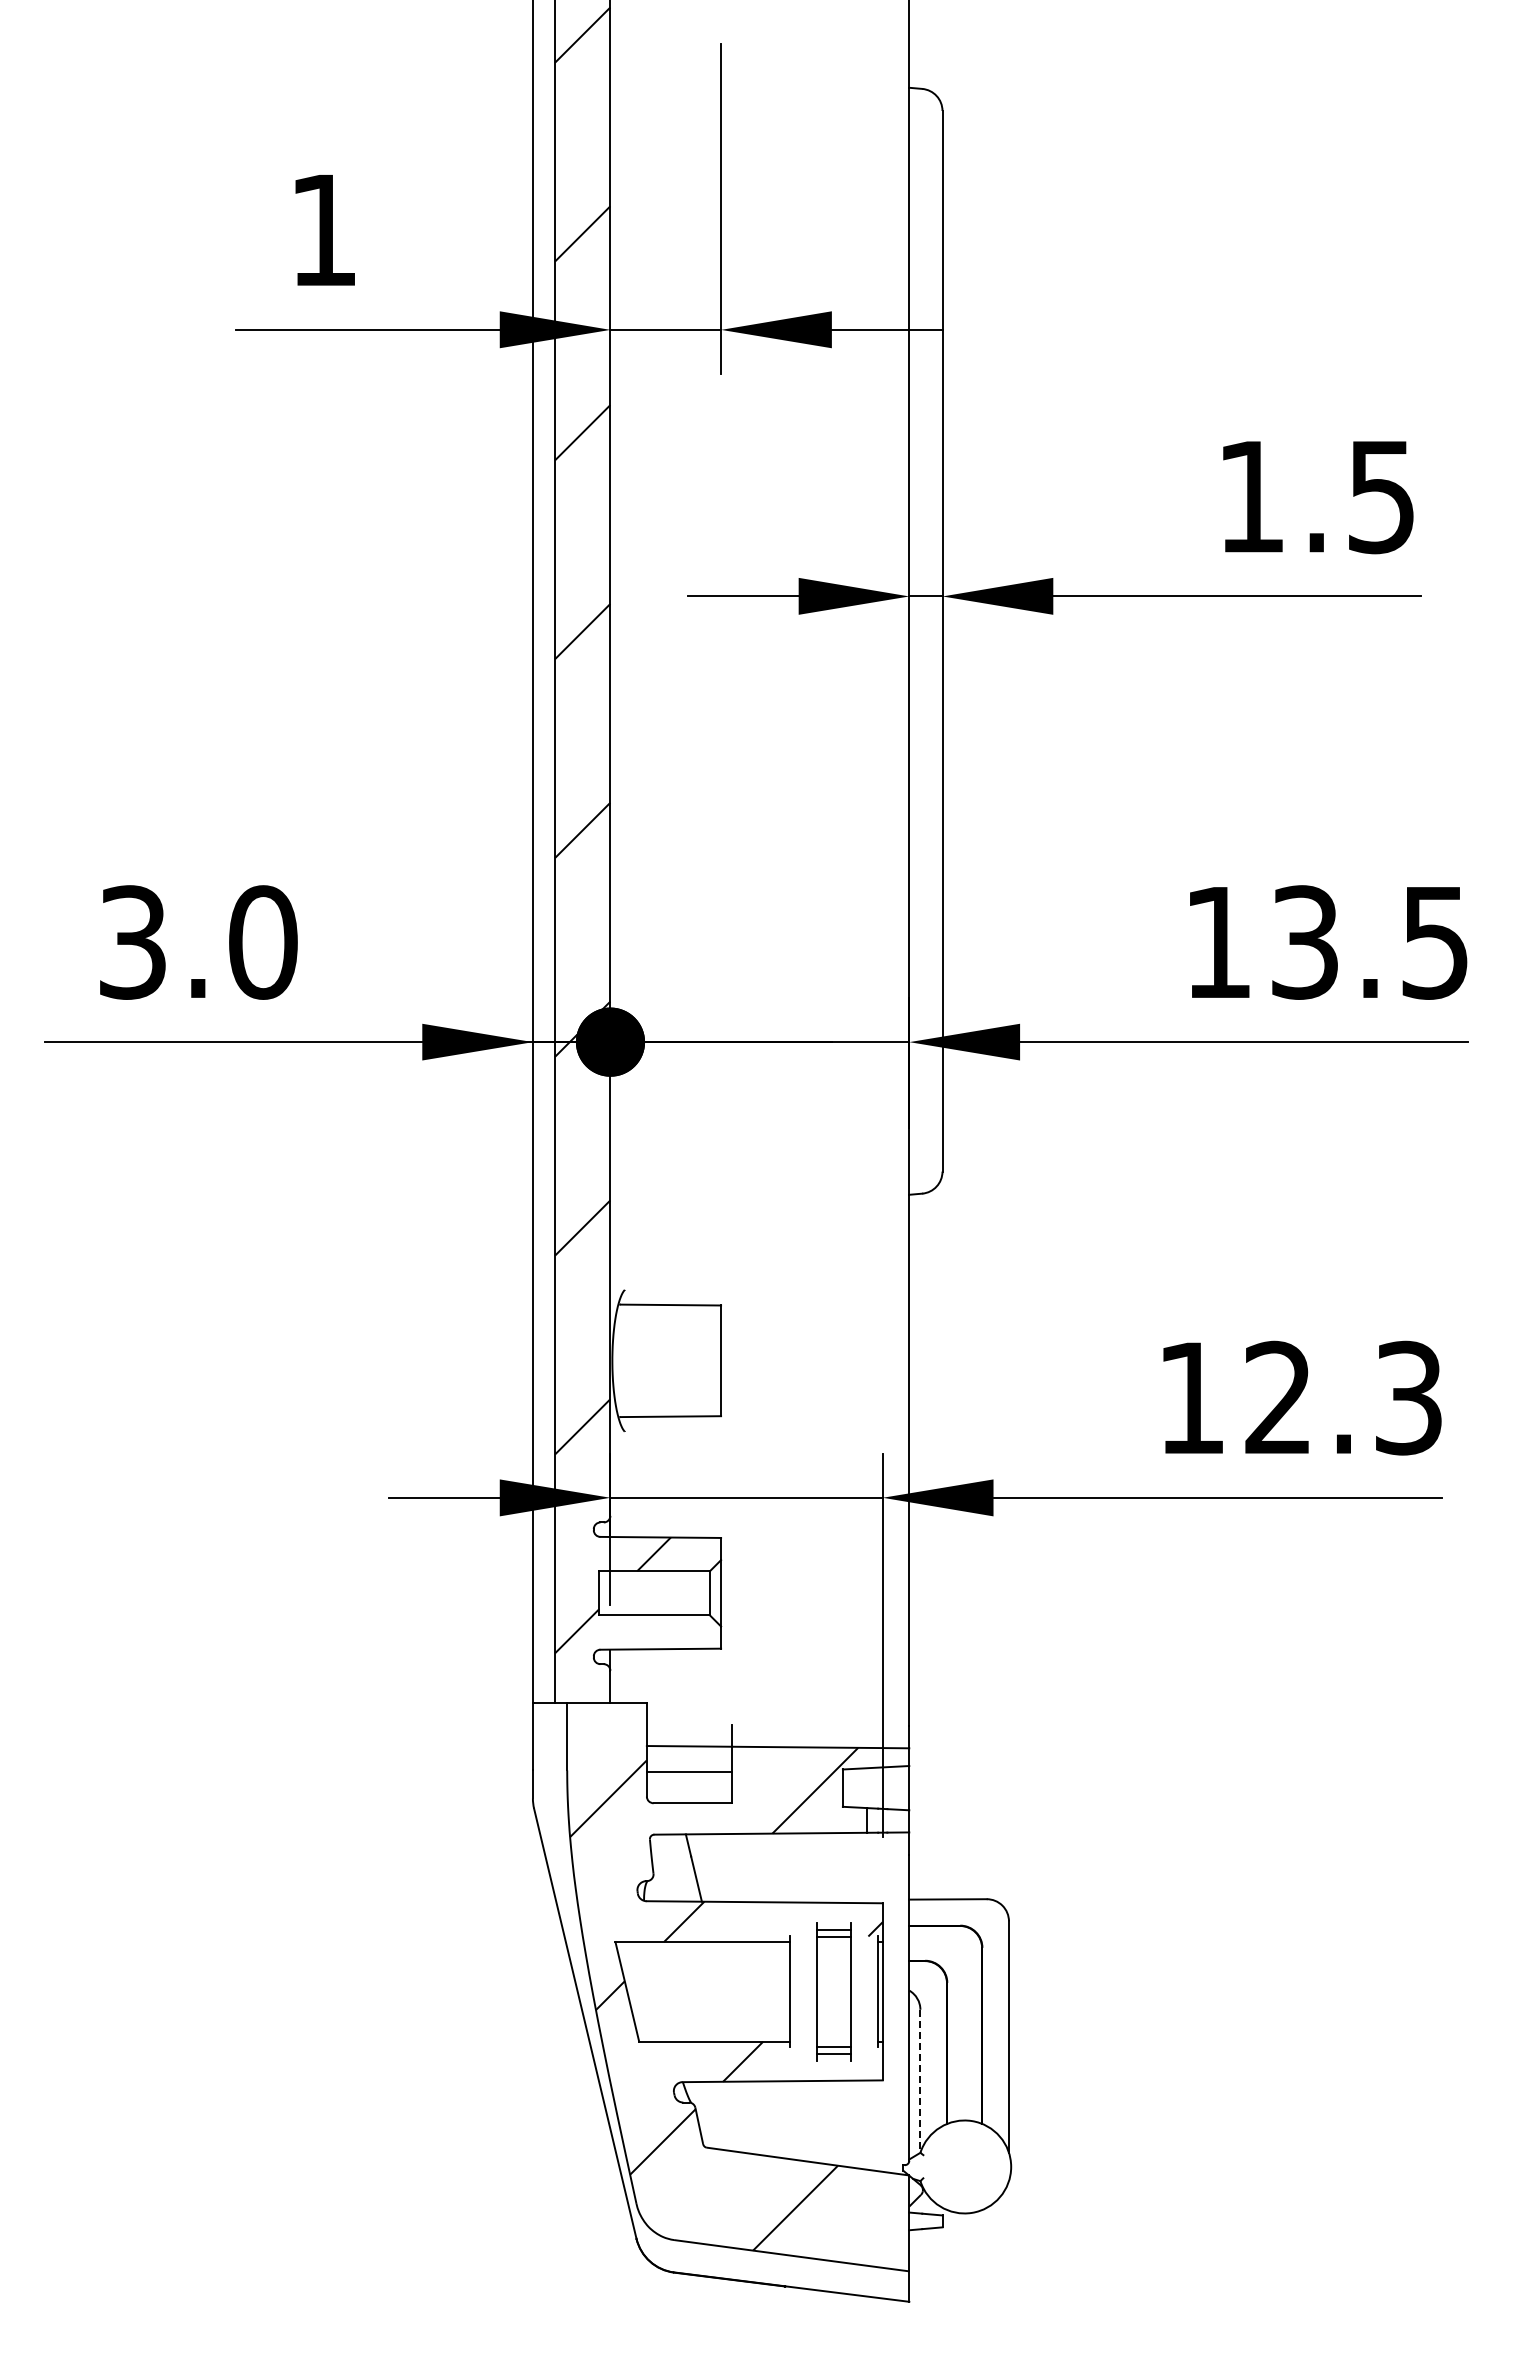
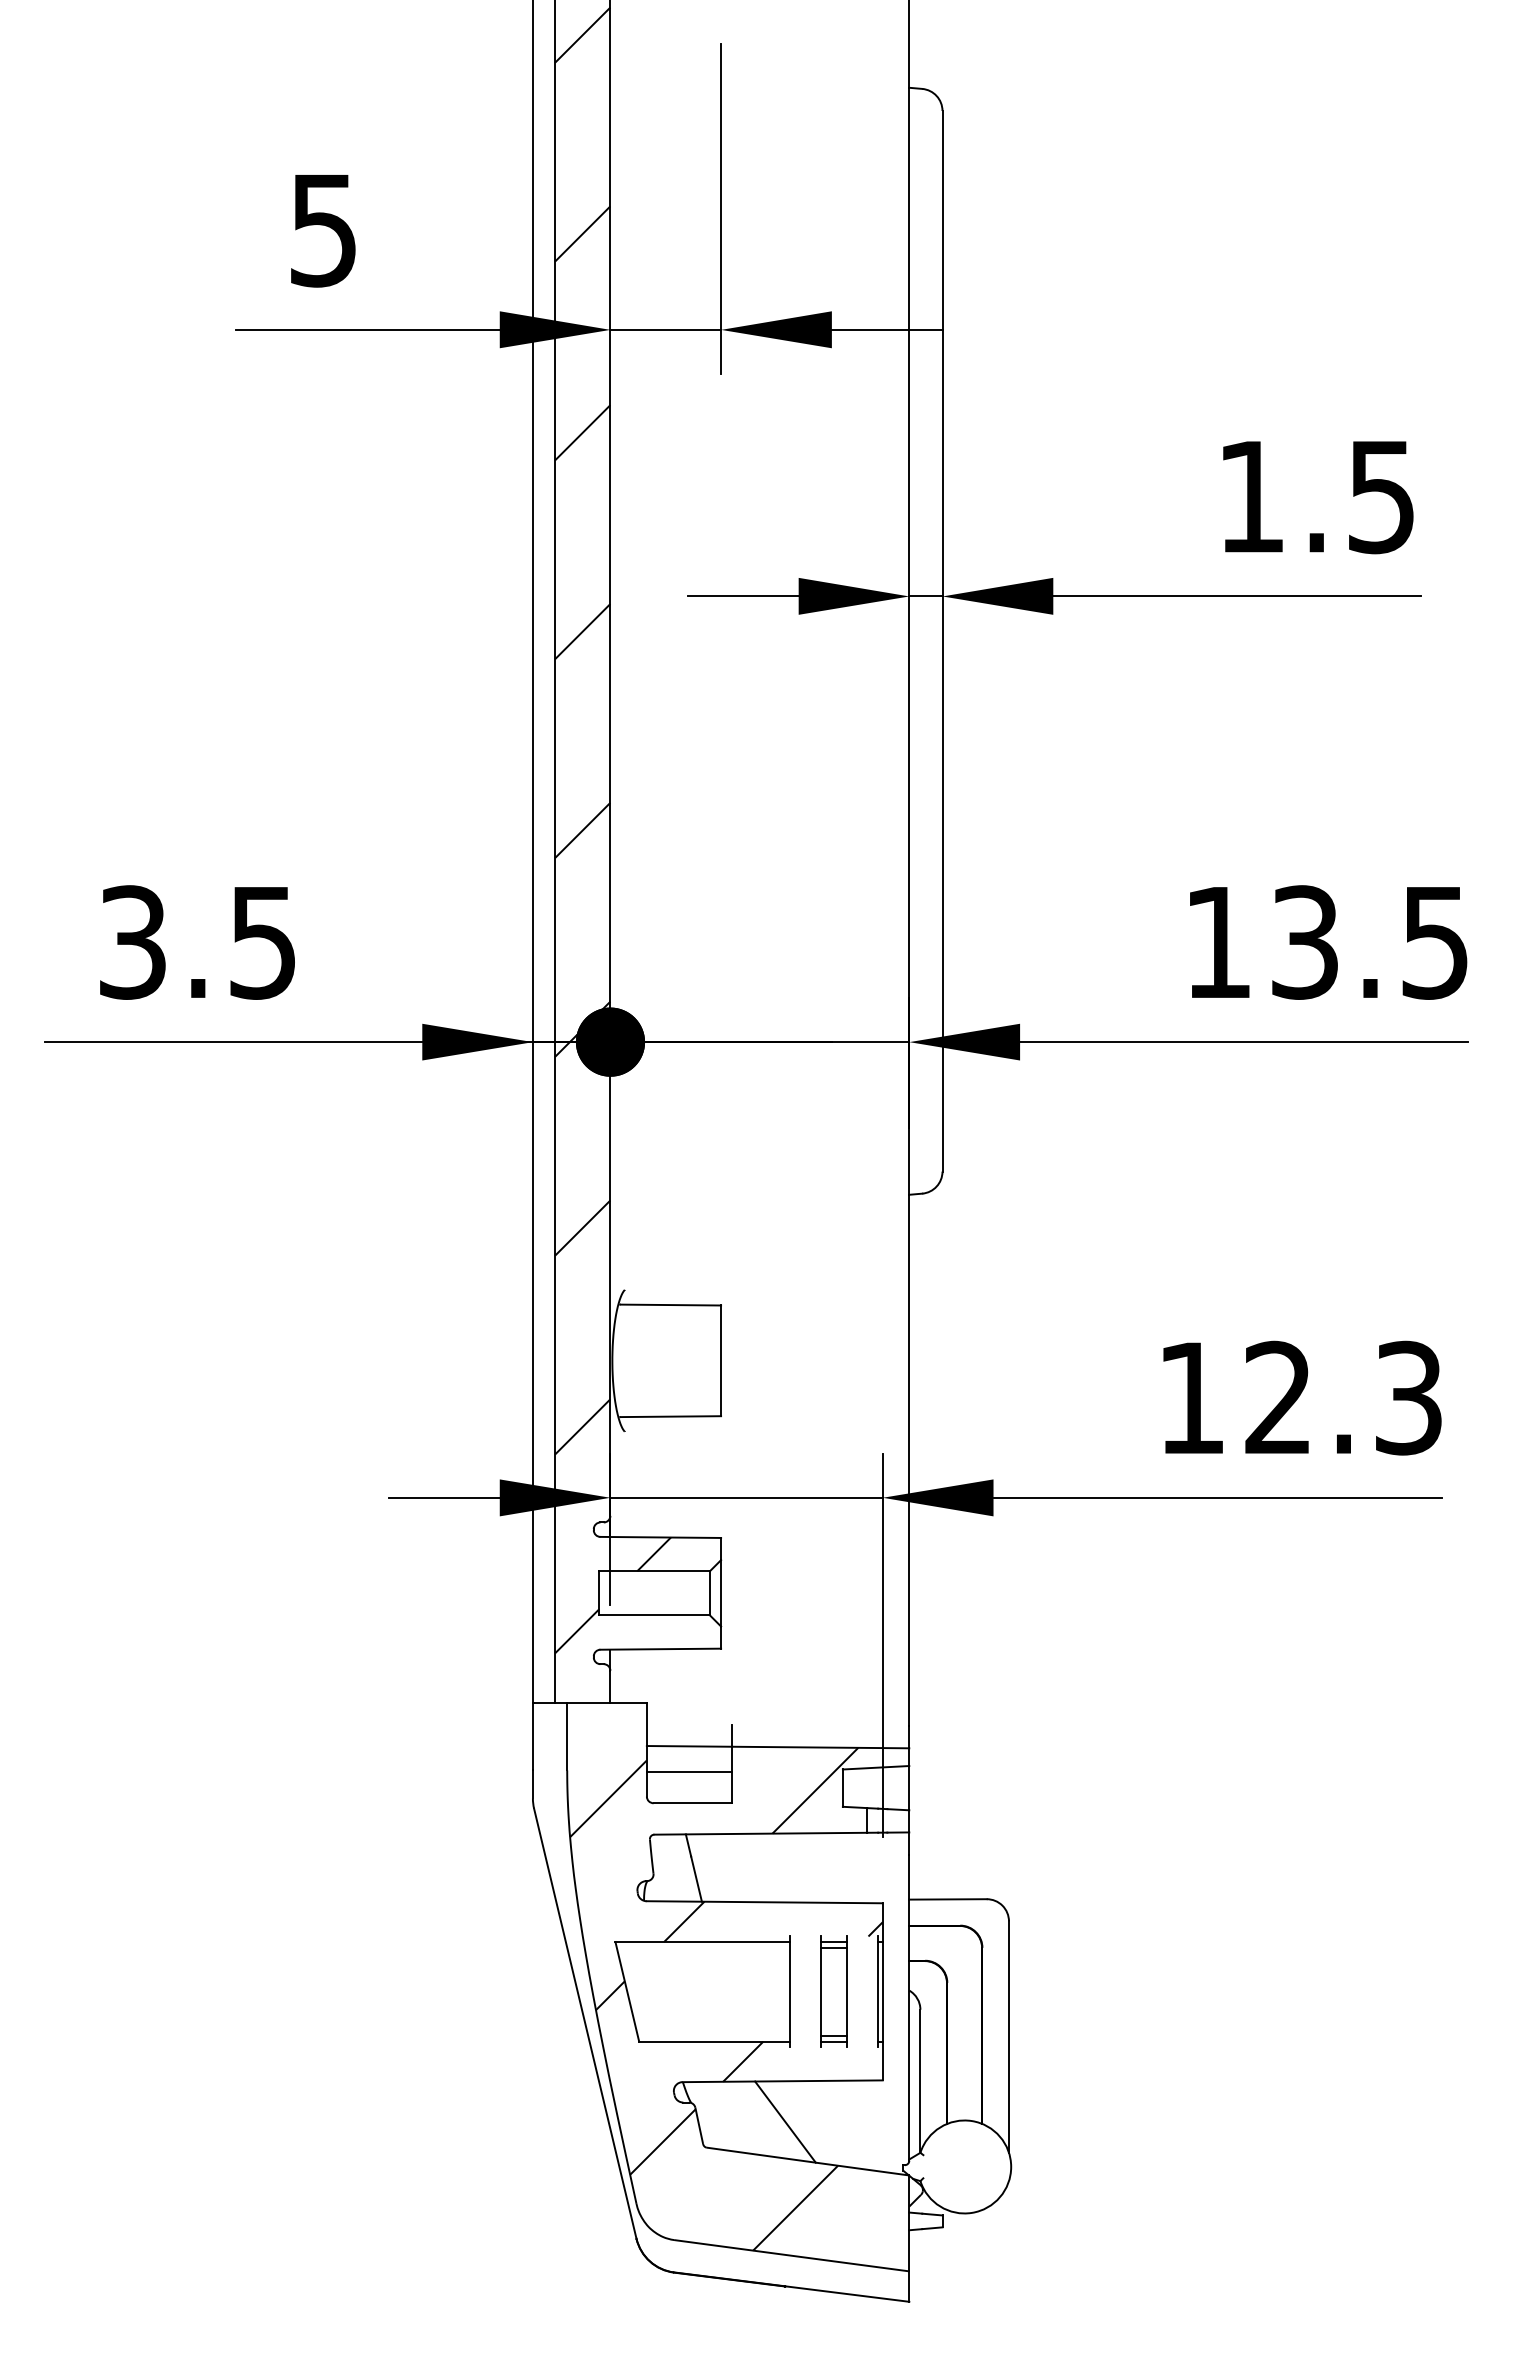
text at (323, 231): 1 -> 5
text at (263, 942): 3.0 -> 3.5
part at (833, 1991) size: 36x140 px -> 28x113 px
line at (920, 2081): dashed -> solid
line at (785, 2121): none -> present
